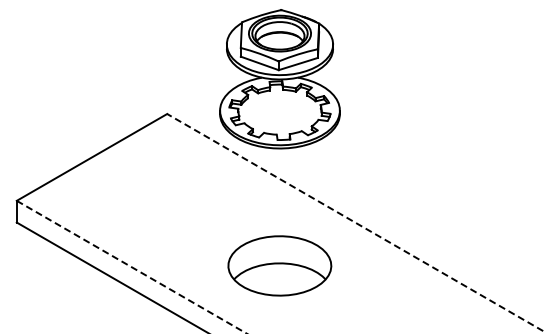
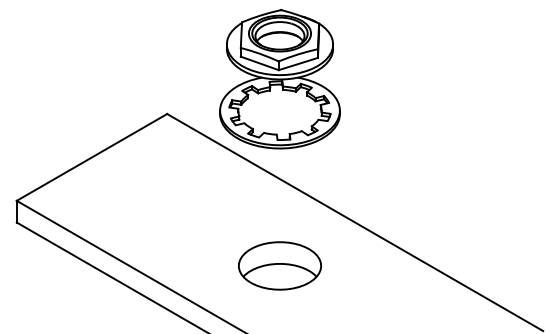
line at (354, 222): dashed -> solid
part at (279, 265) size: 106x62 px -> 85x50 px
line at (131, 267): dashed -> solid
